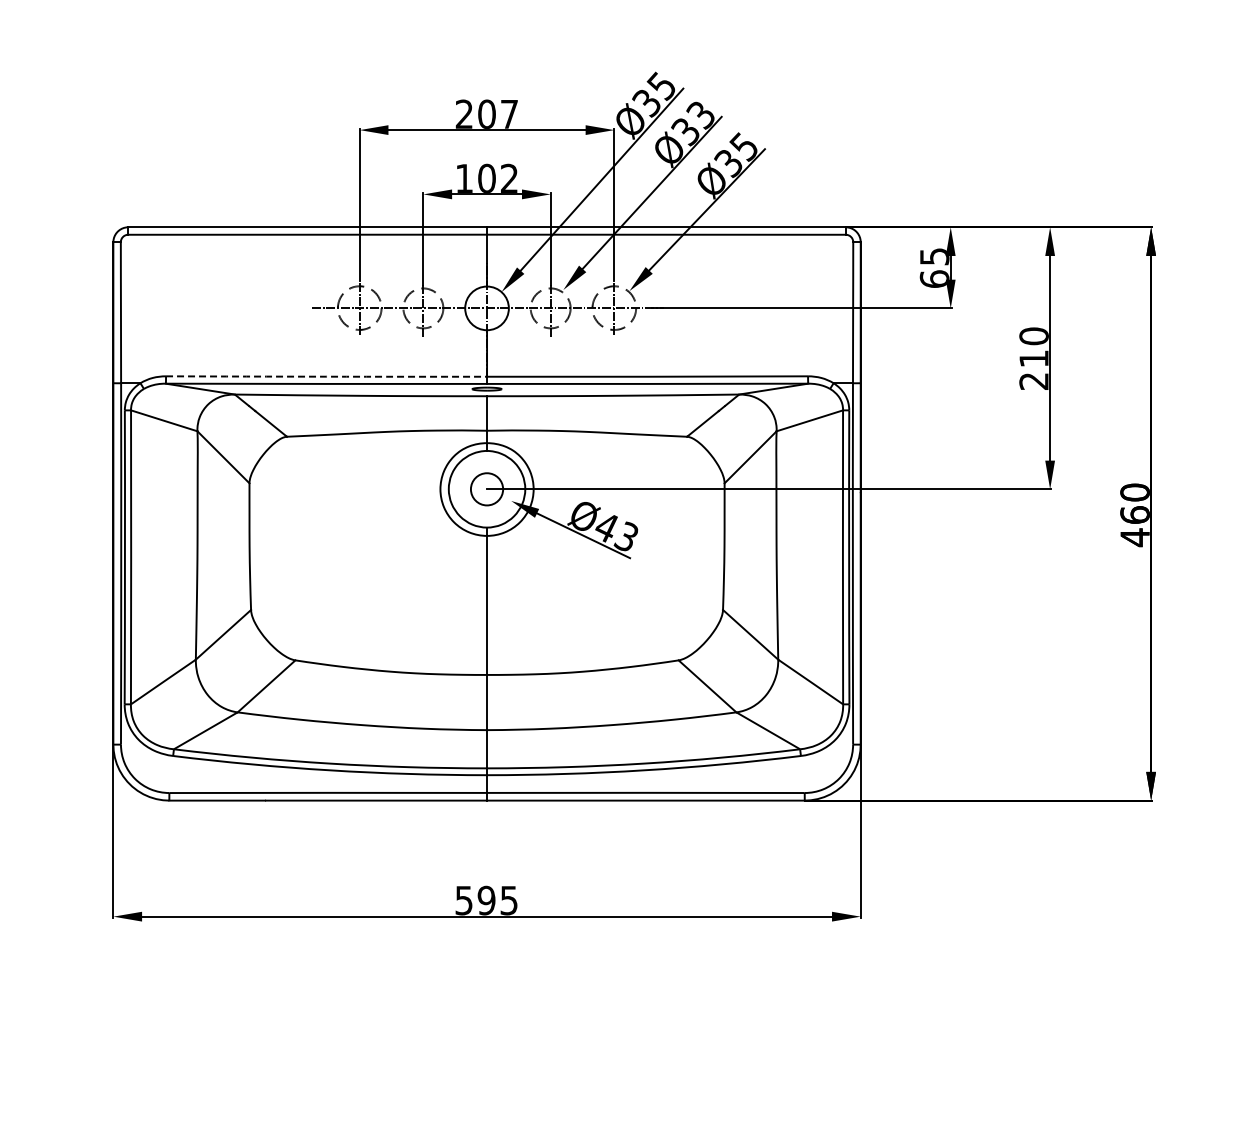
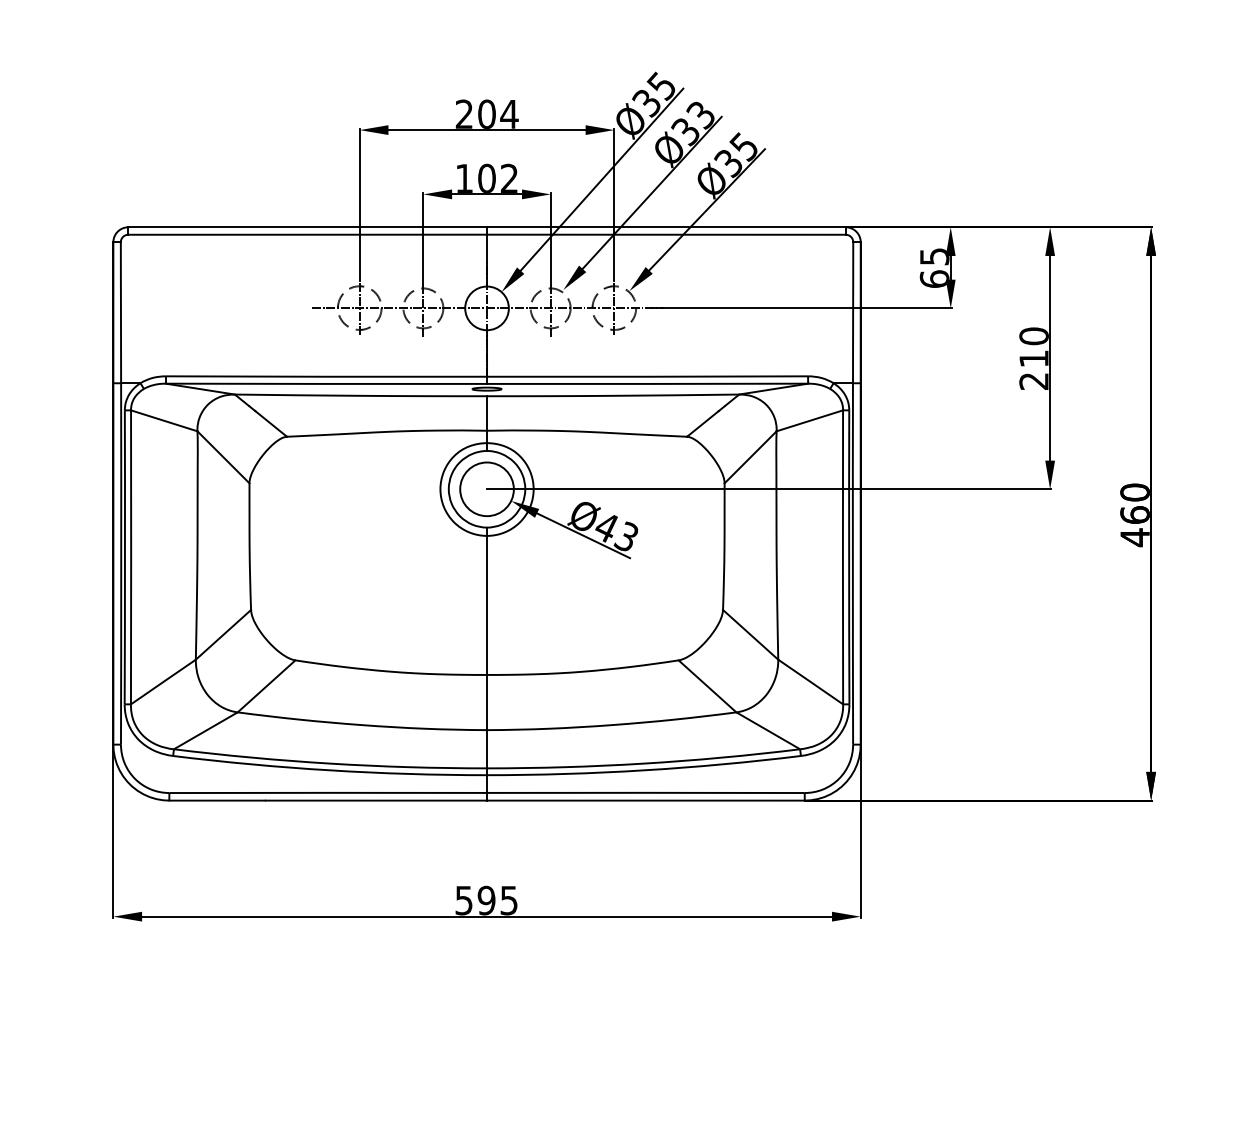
text at (509, 114): 207 -> 204
arc at (326, 376): dashed -> solid
circle at (486, 489) diameter: 32 px -> 54 px
